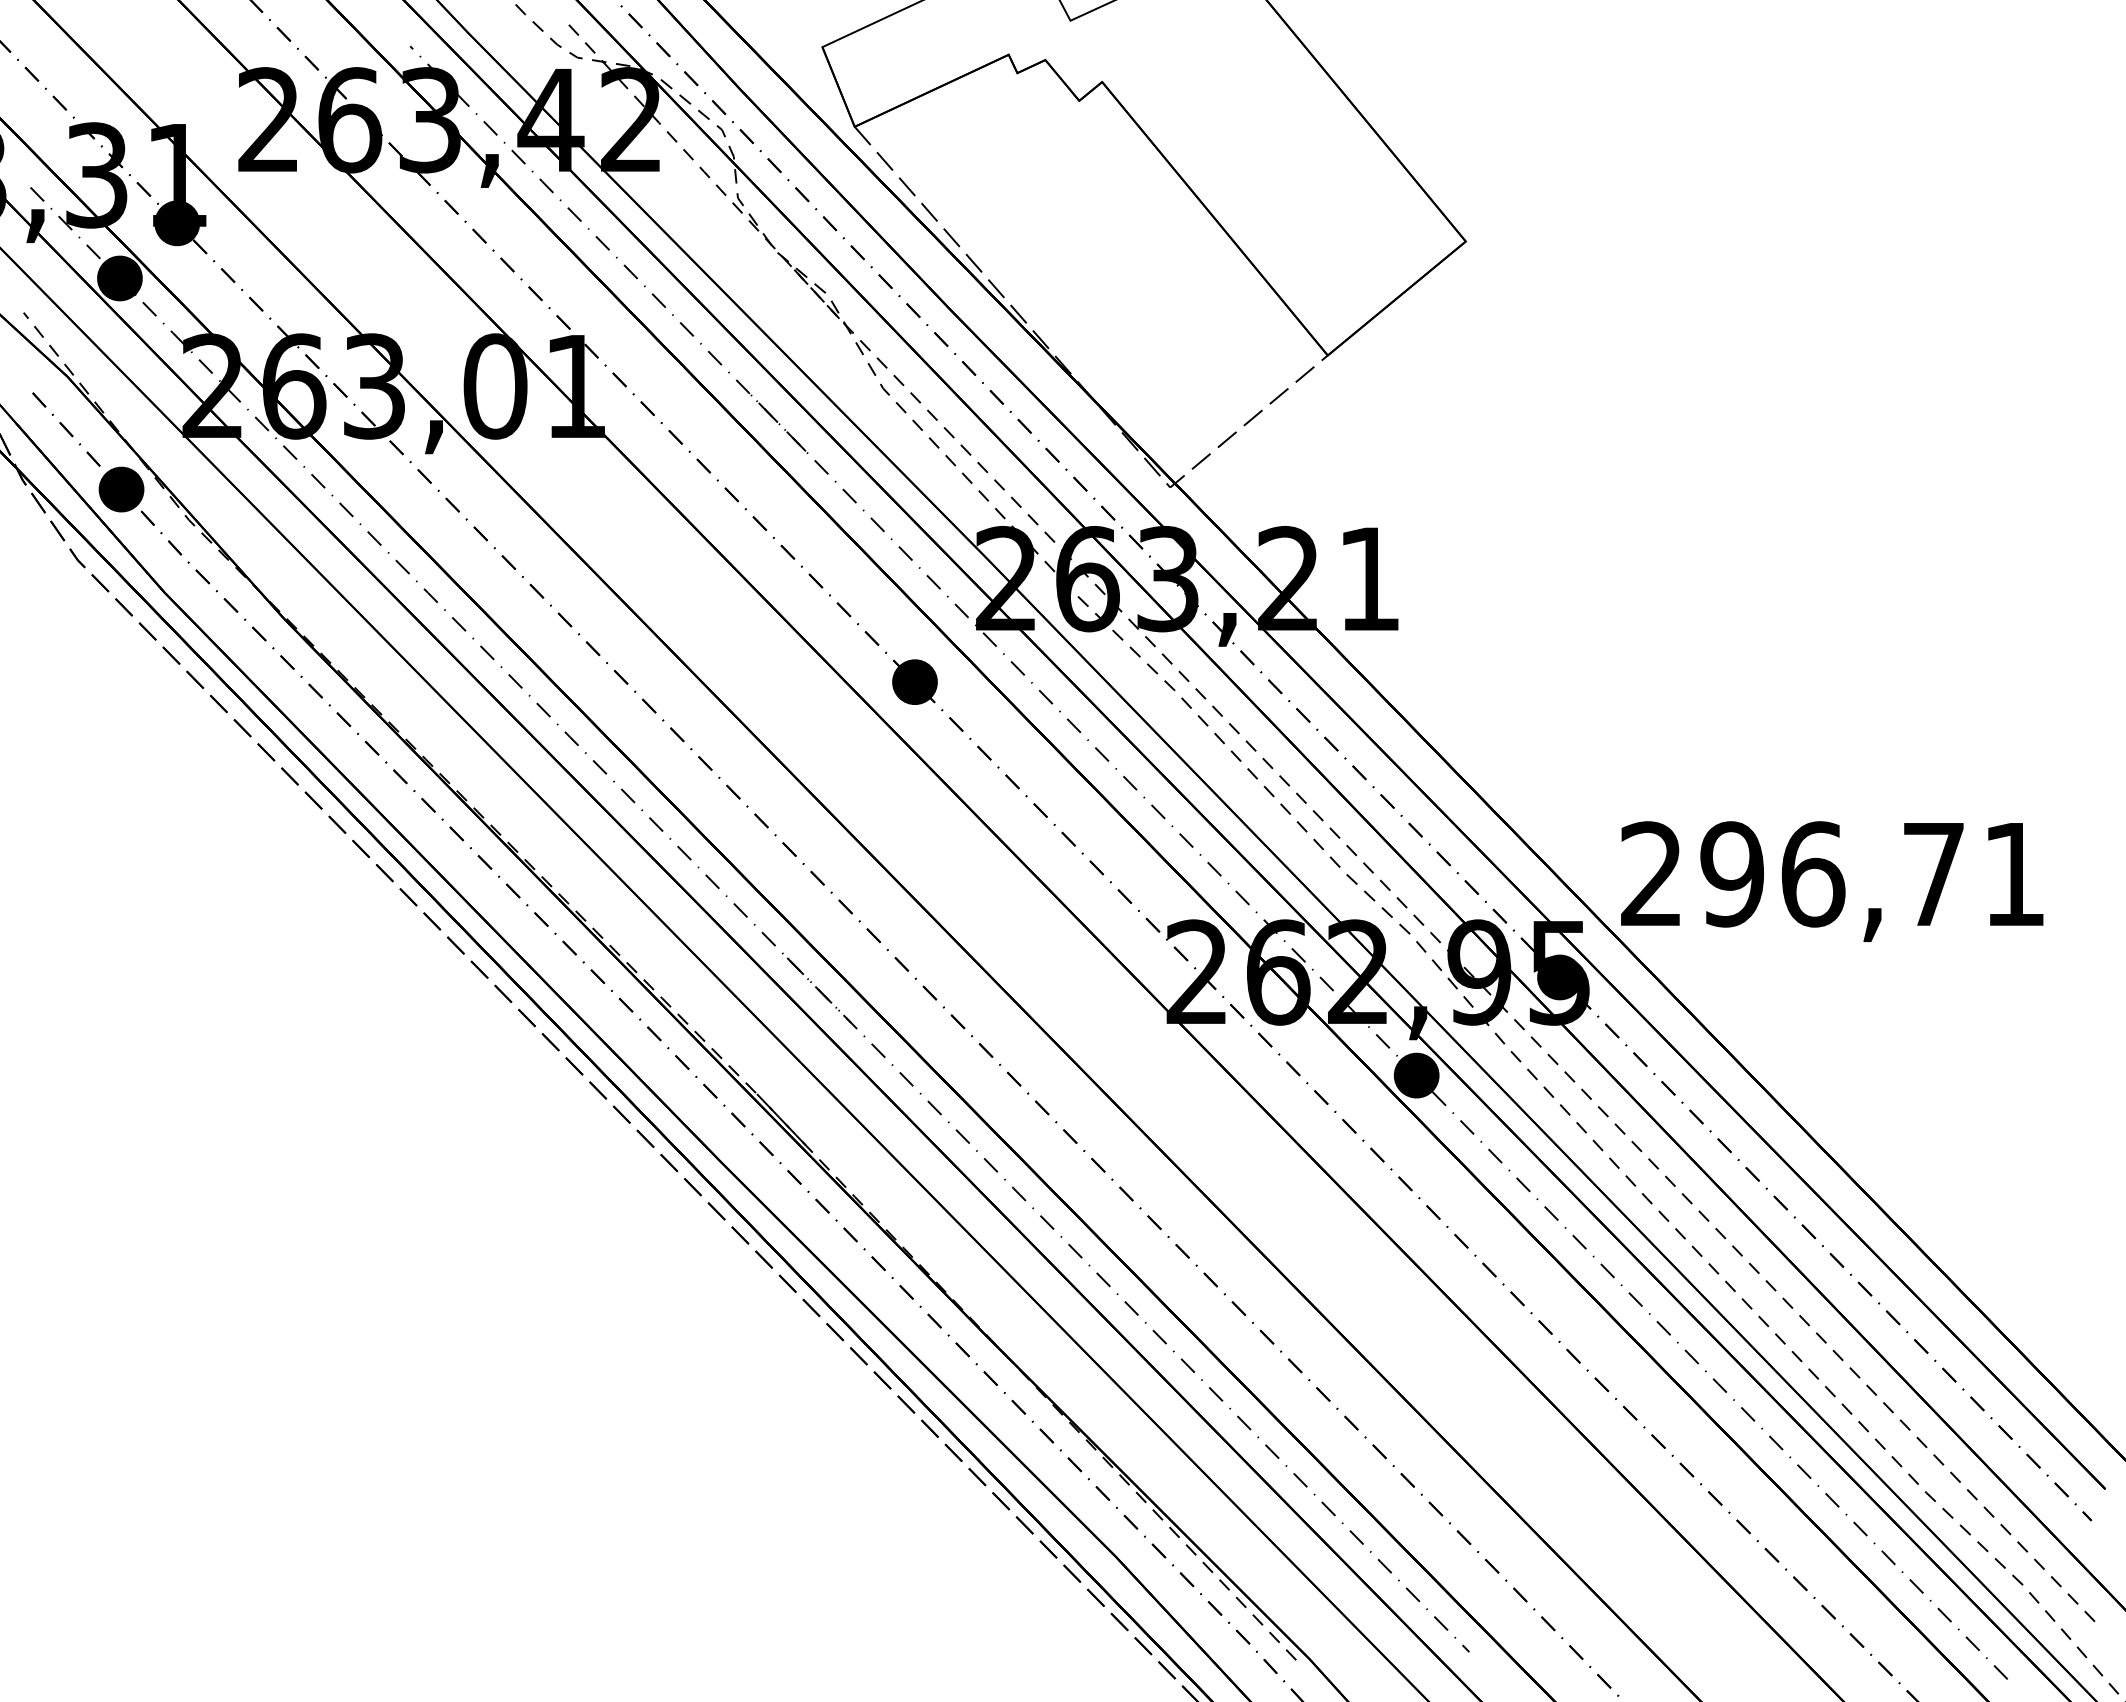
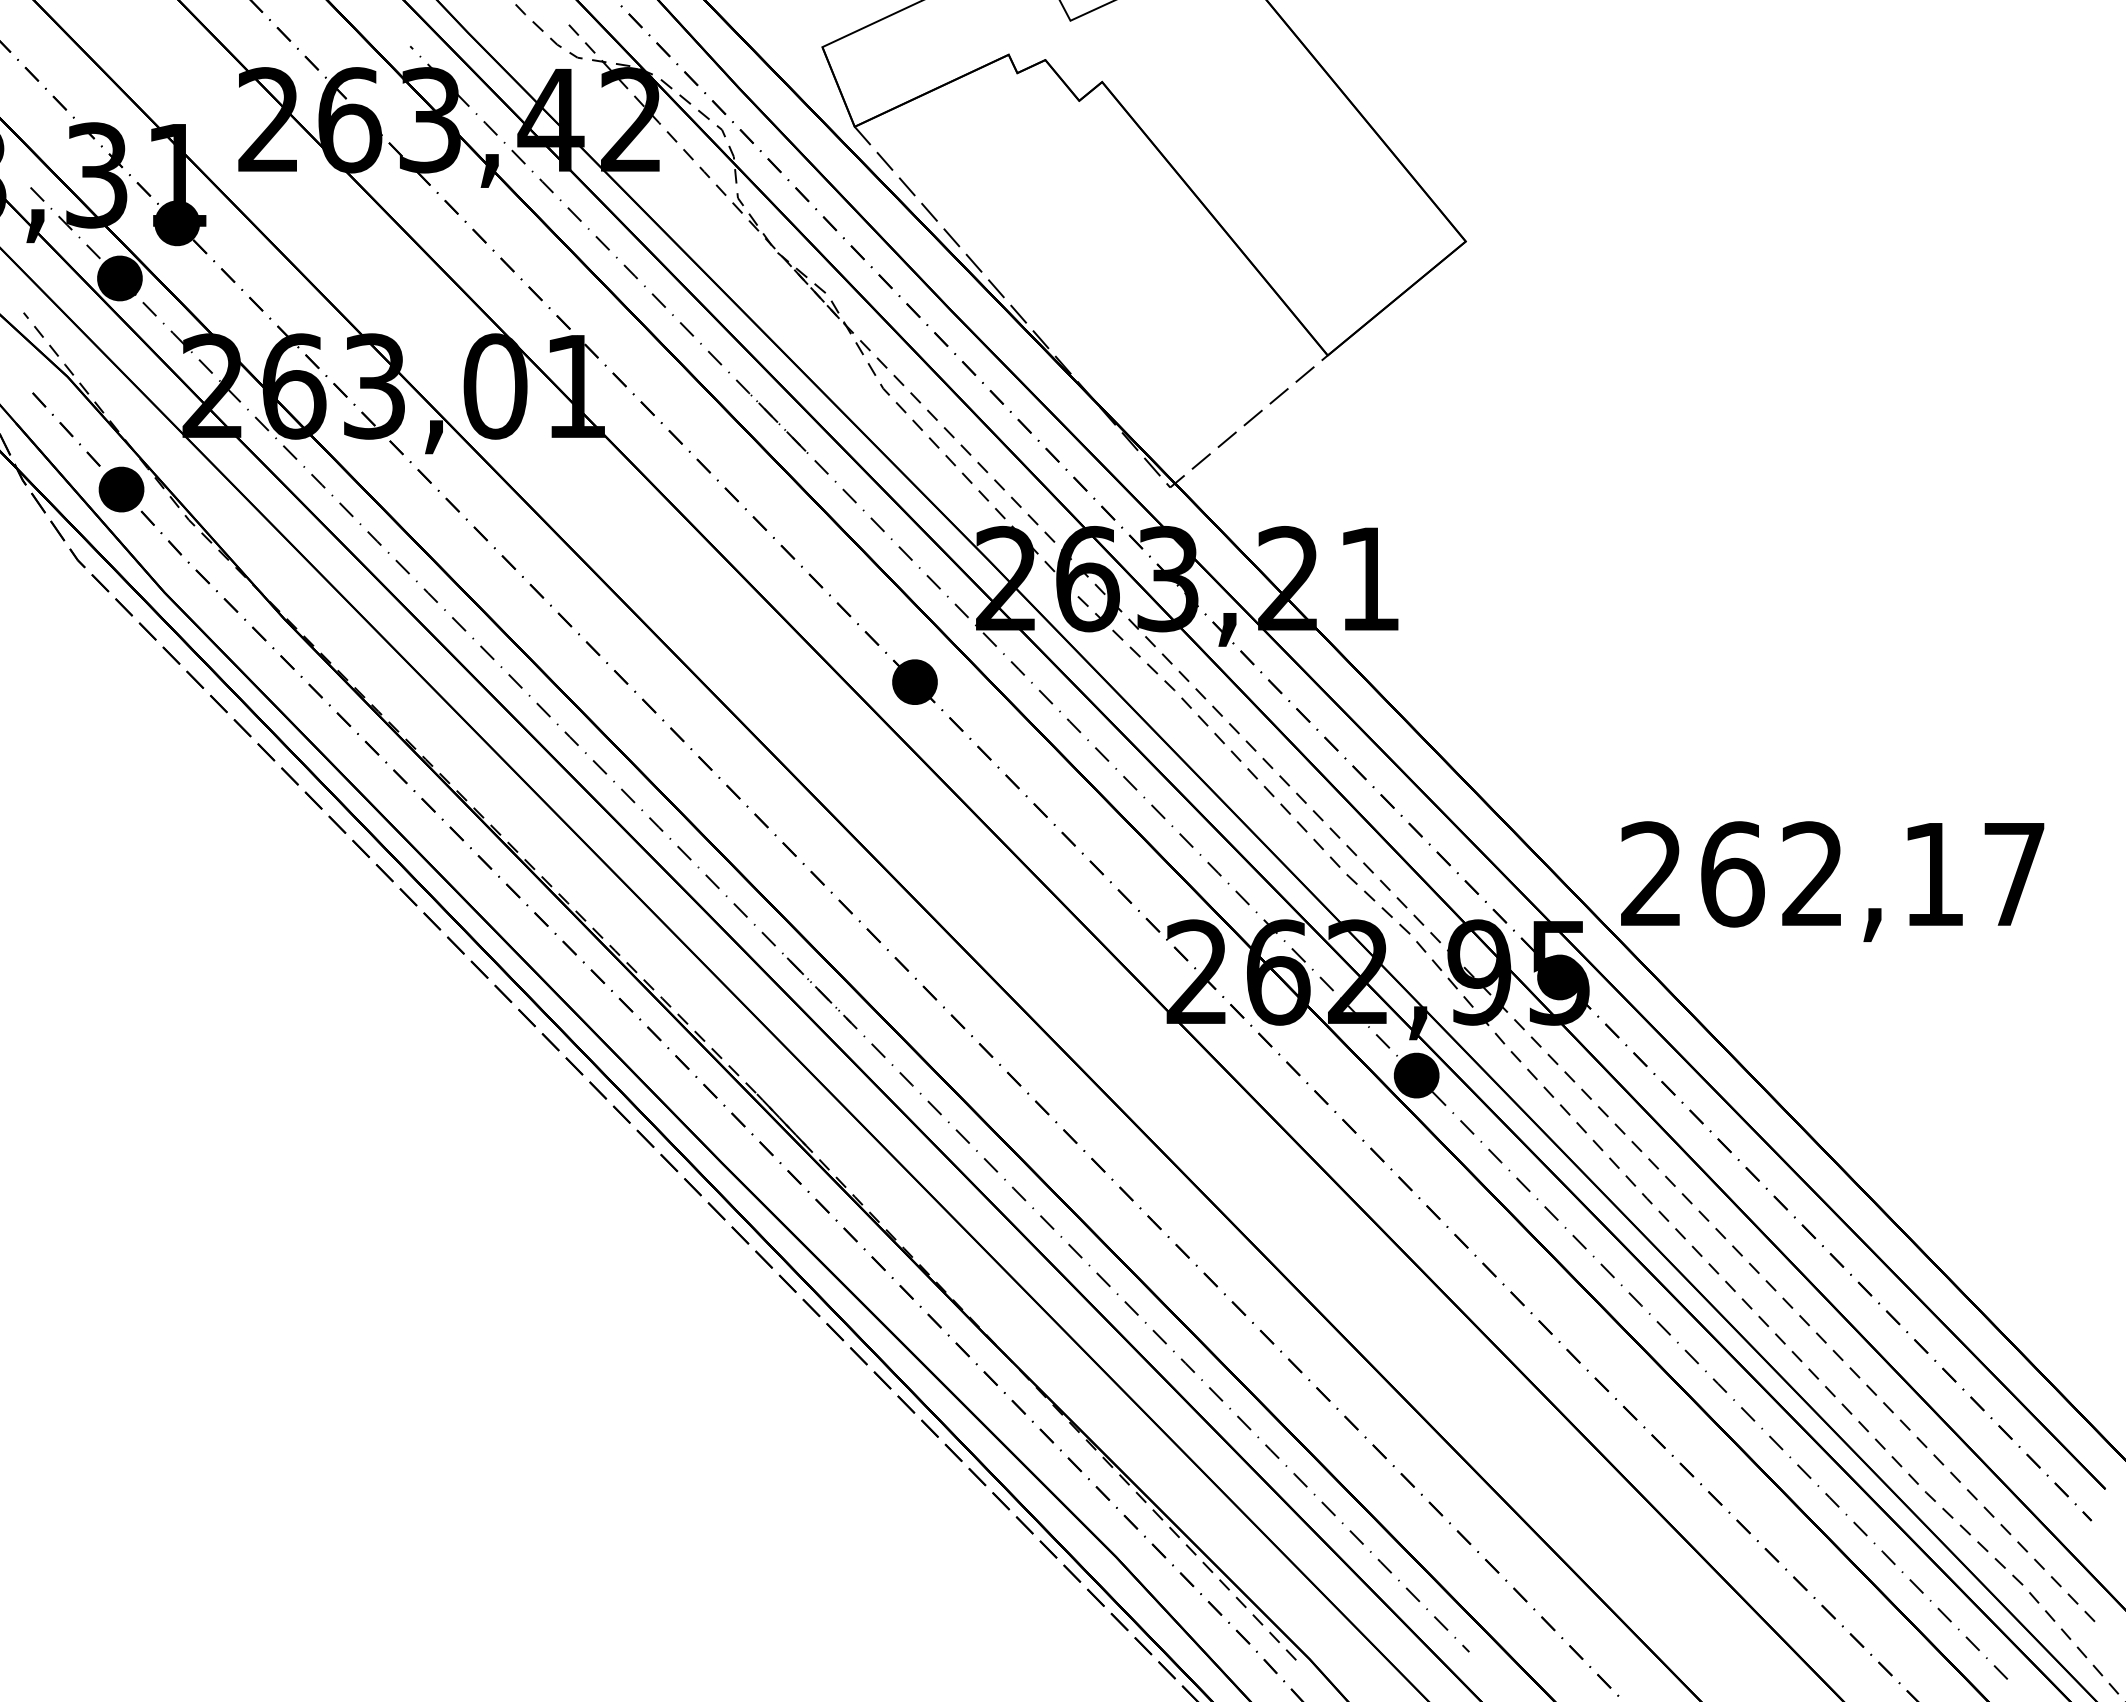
text at (1872, 874): 296,71 -> 262,17
